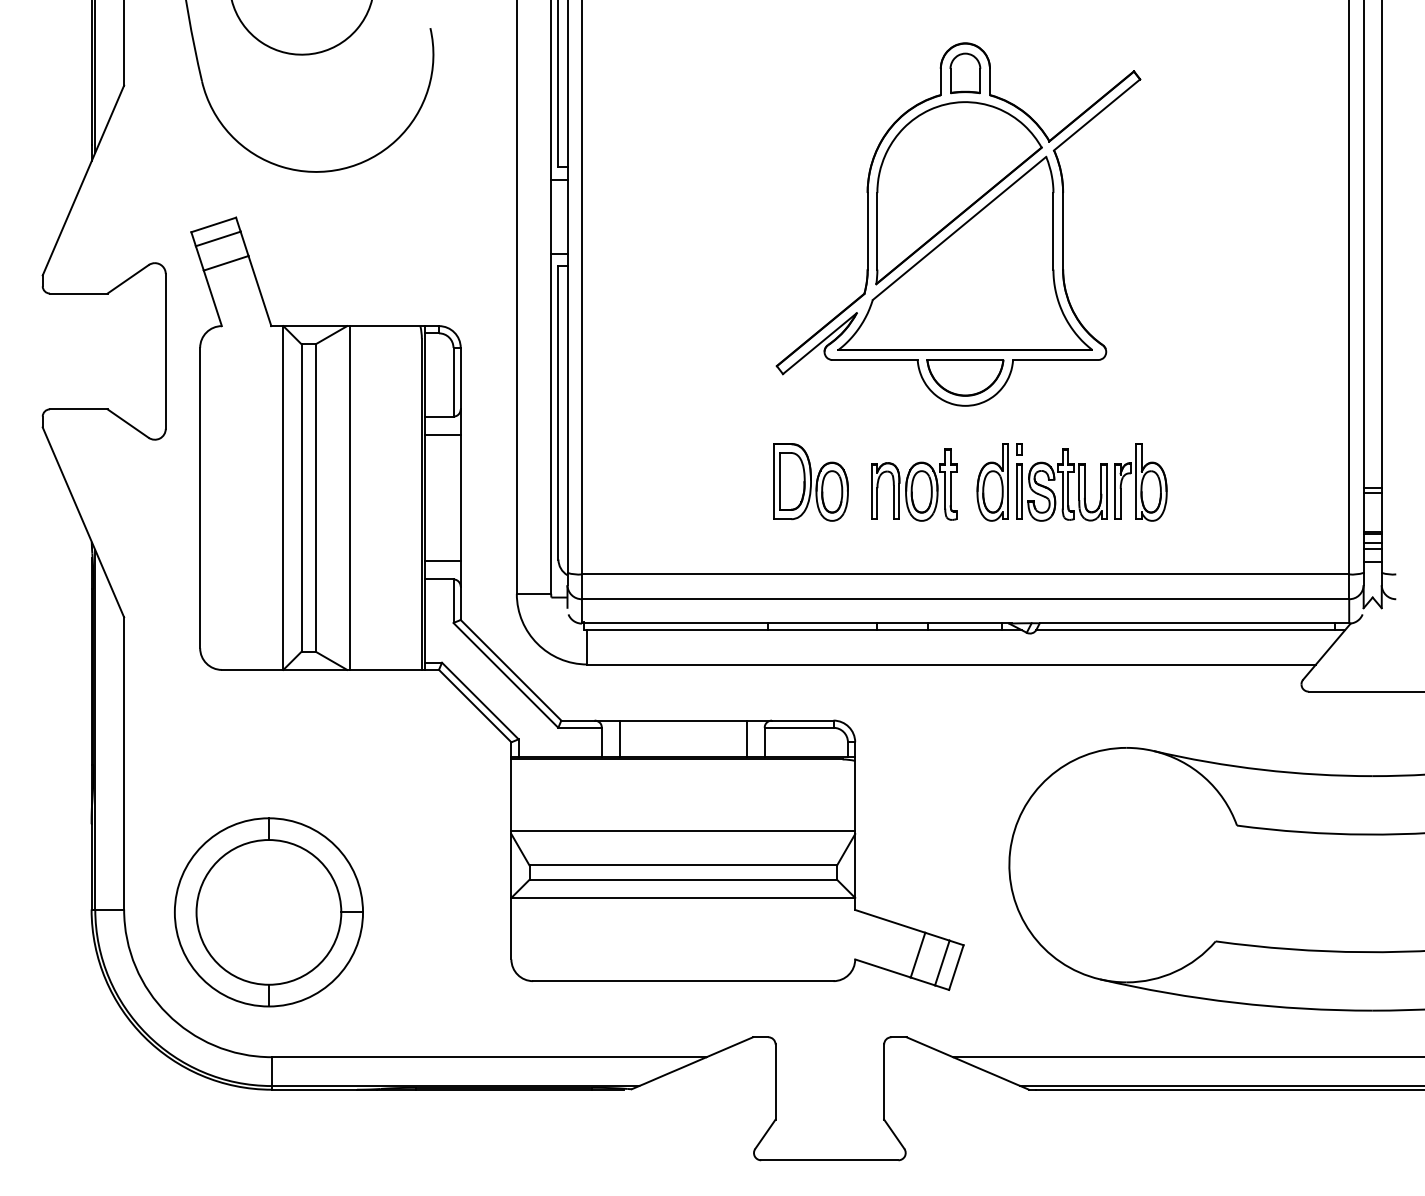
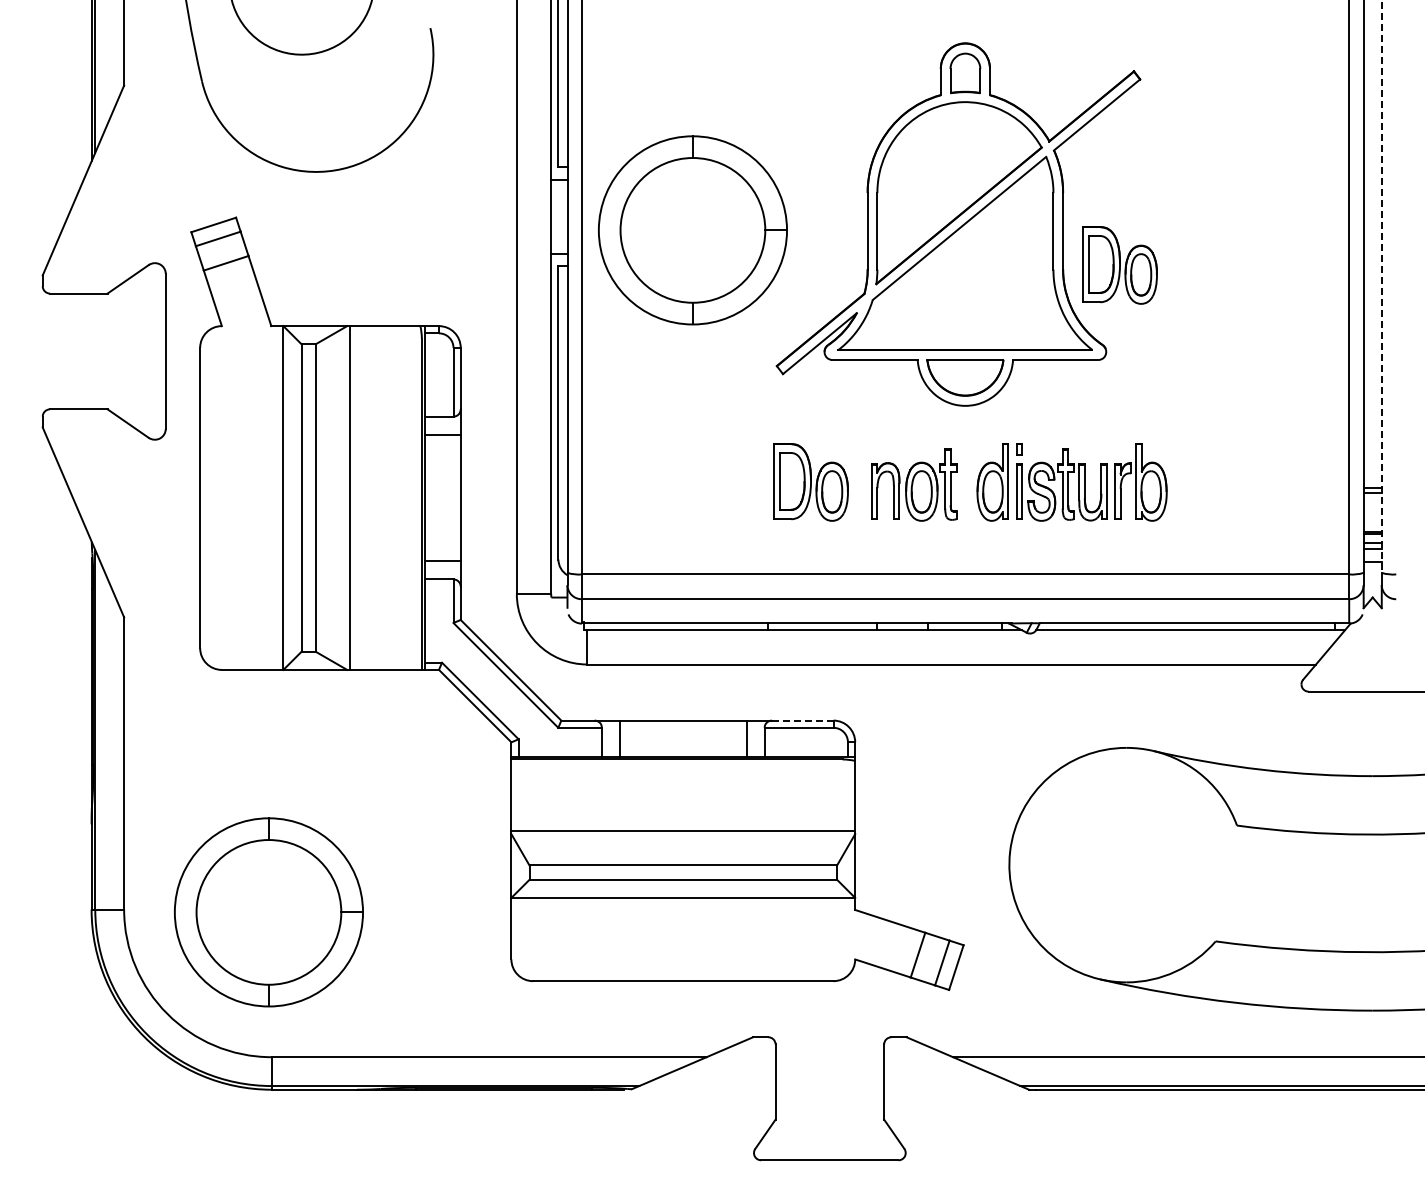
part at (692, 230): none -> present
part at (1119, 265): none -> present
line at (1381, 286): solid -> dashed
line at (802, 720): solid -> dashed
